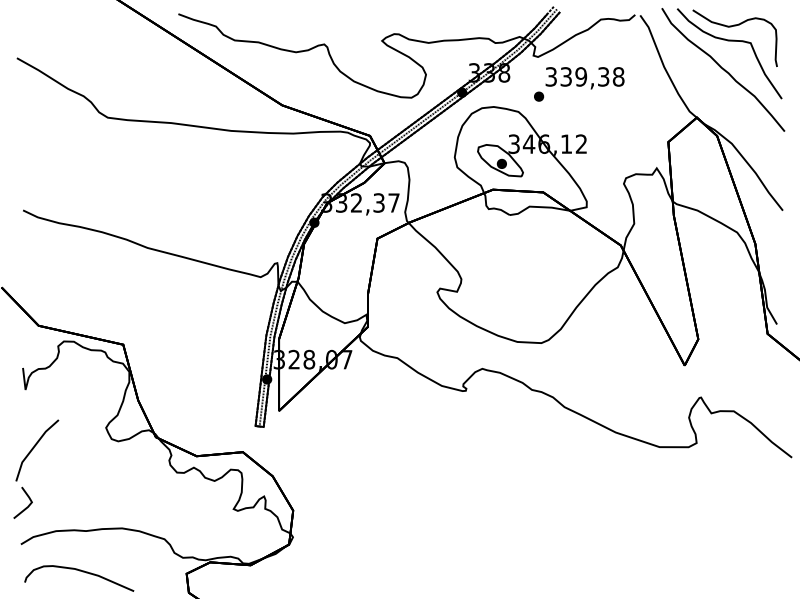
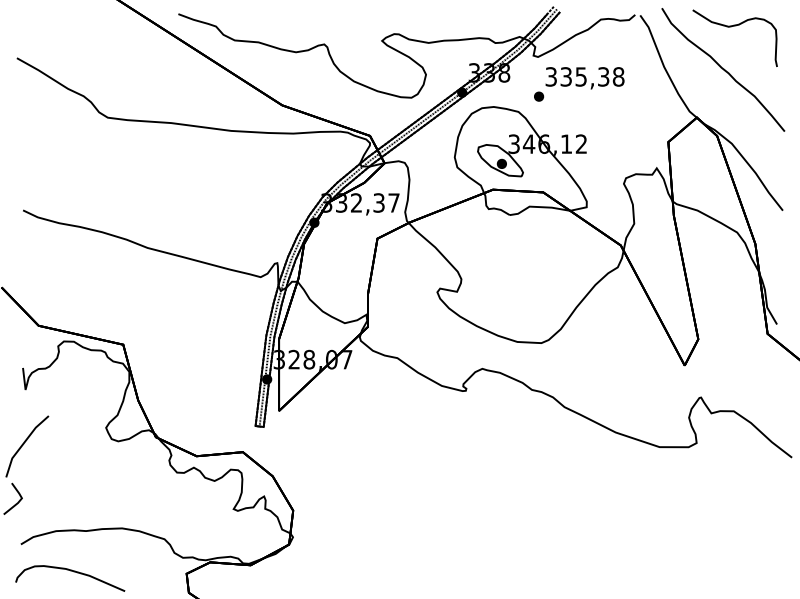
part at (729, 41): present -> none
text at (581, 76): 339,38 -> 335,38
part at (24, 461) position: (24, 461) -> (14, 457)
curve at (82, 572) position: (82, 572) -> (73, 572)
